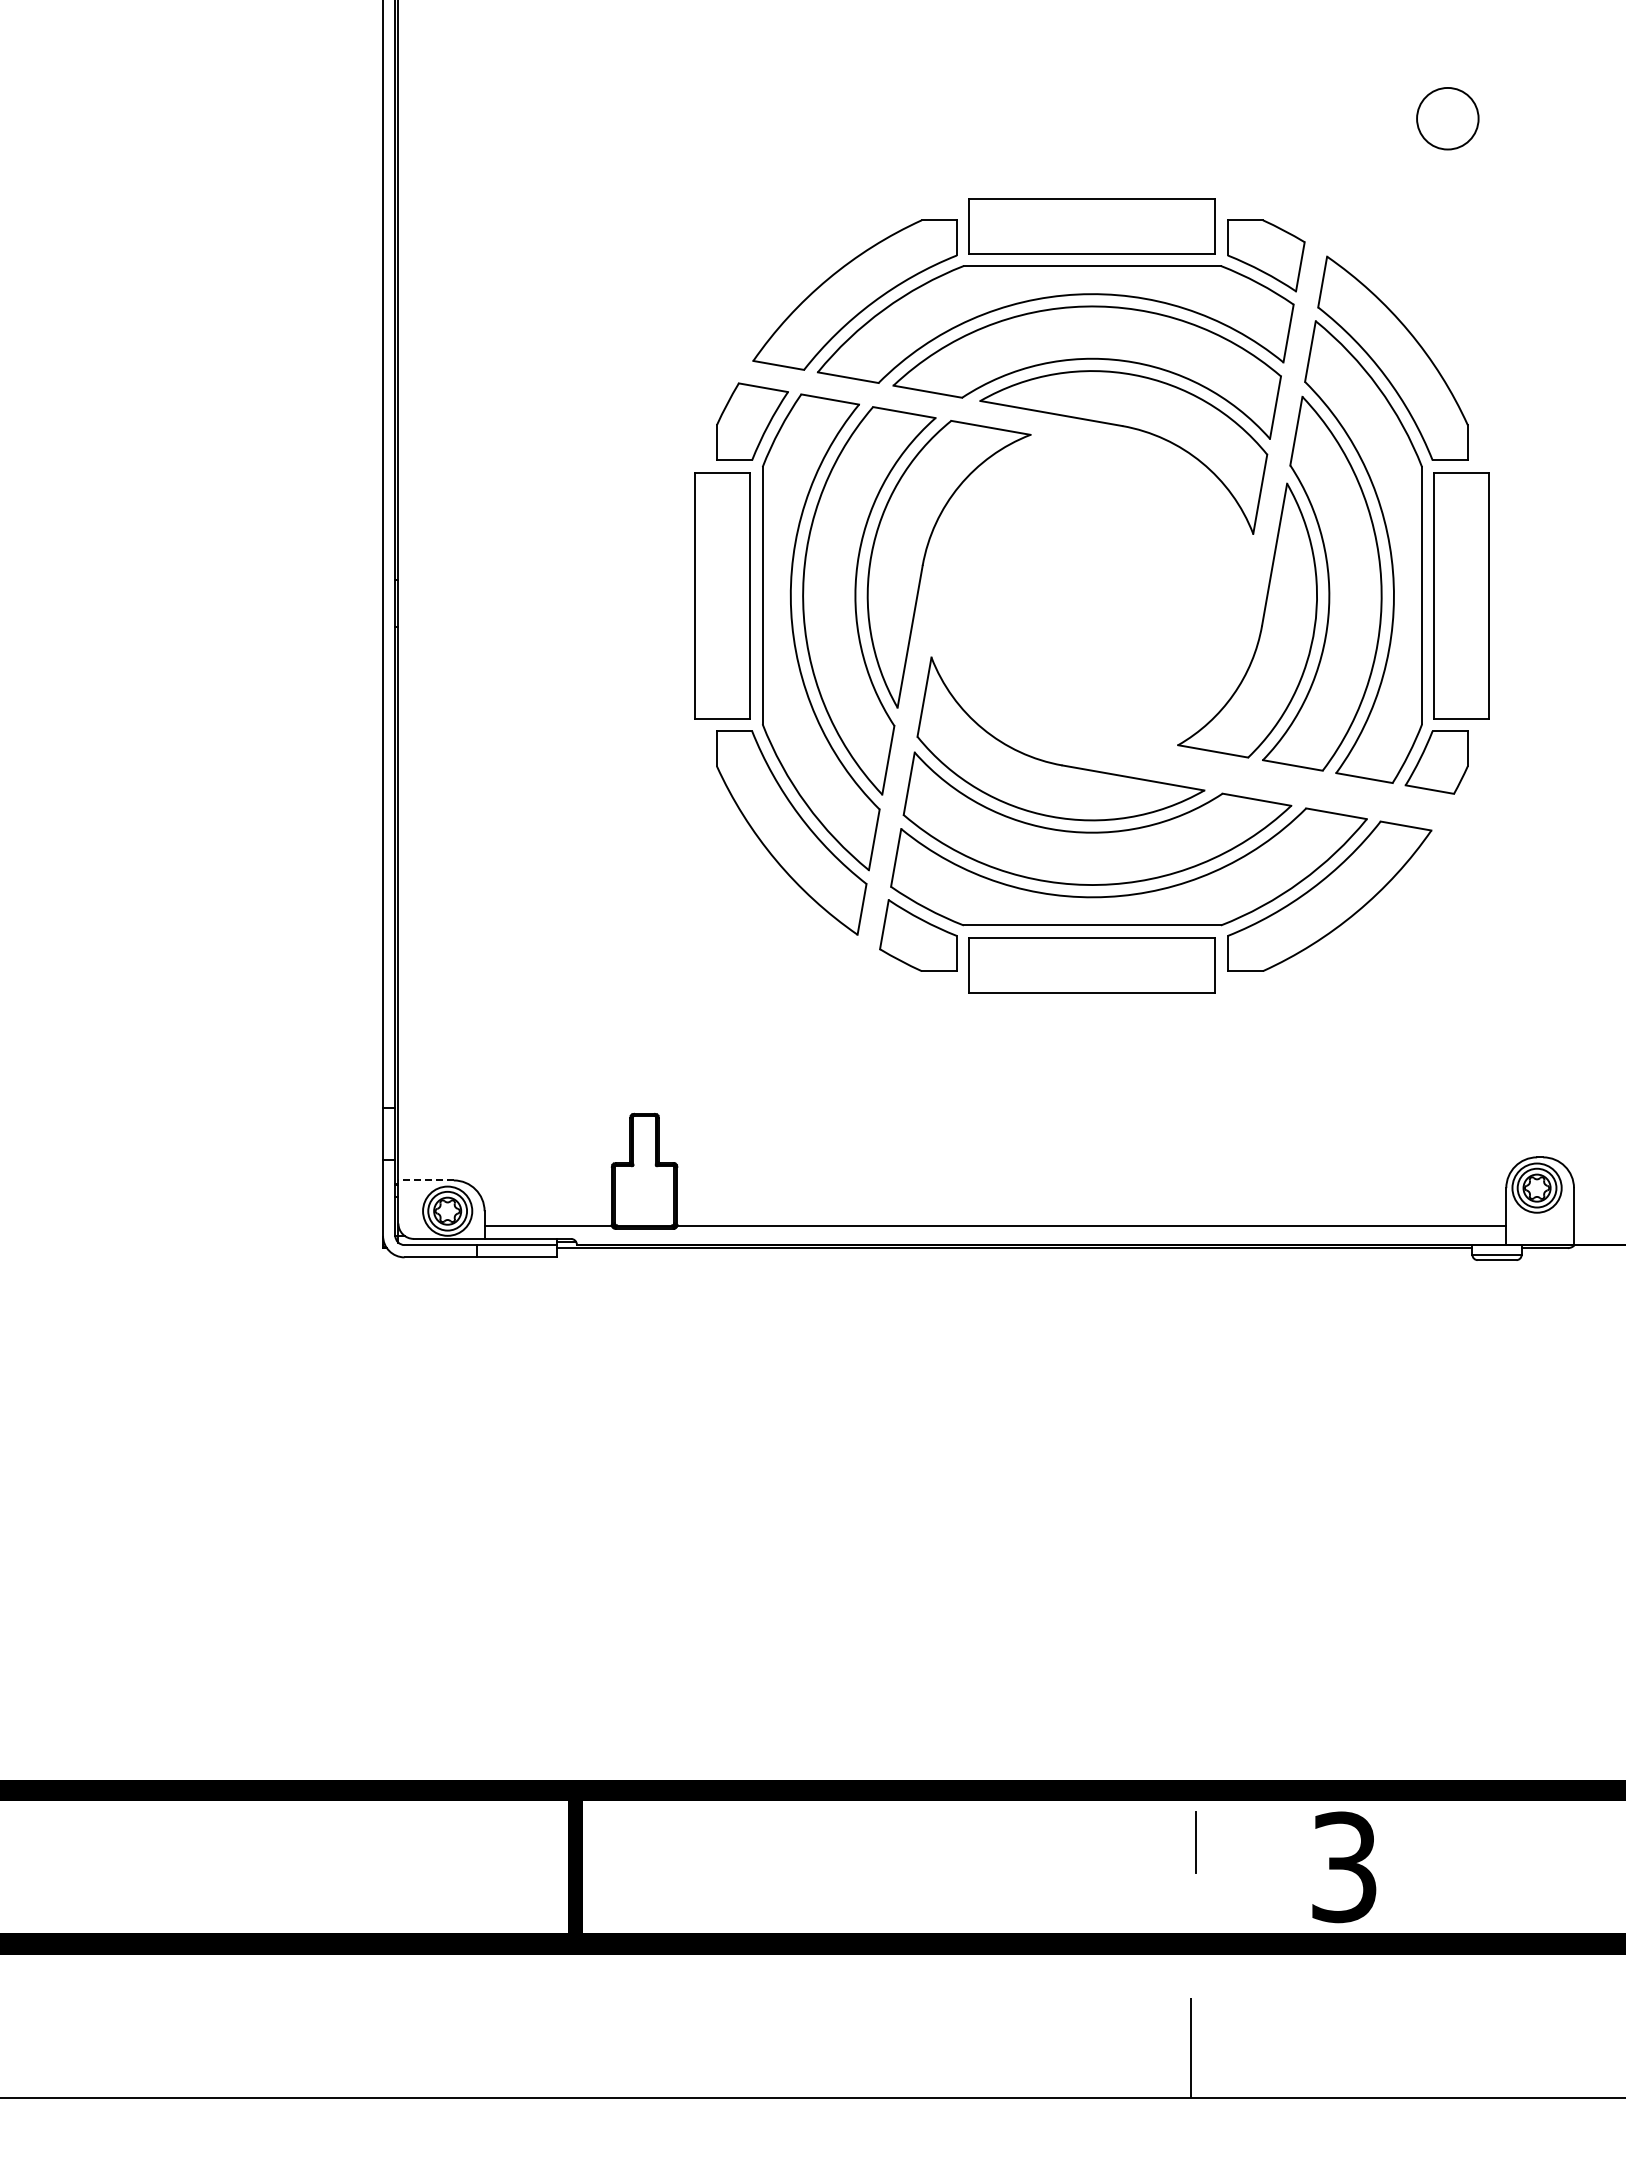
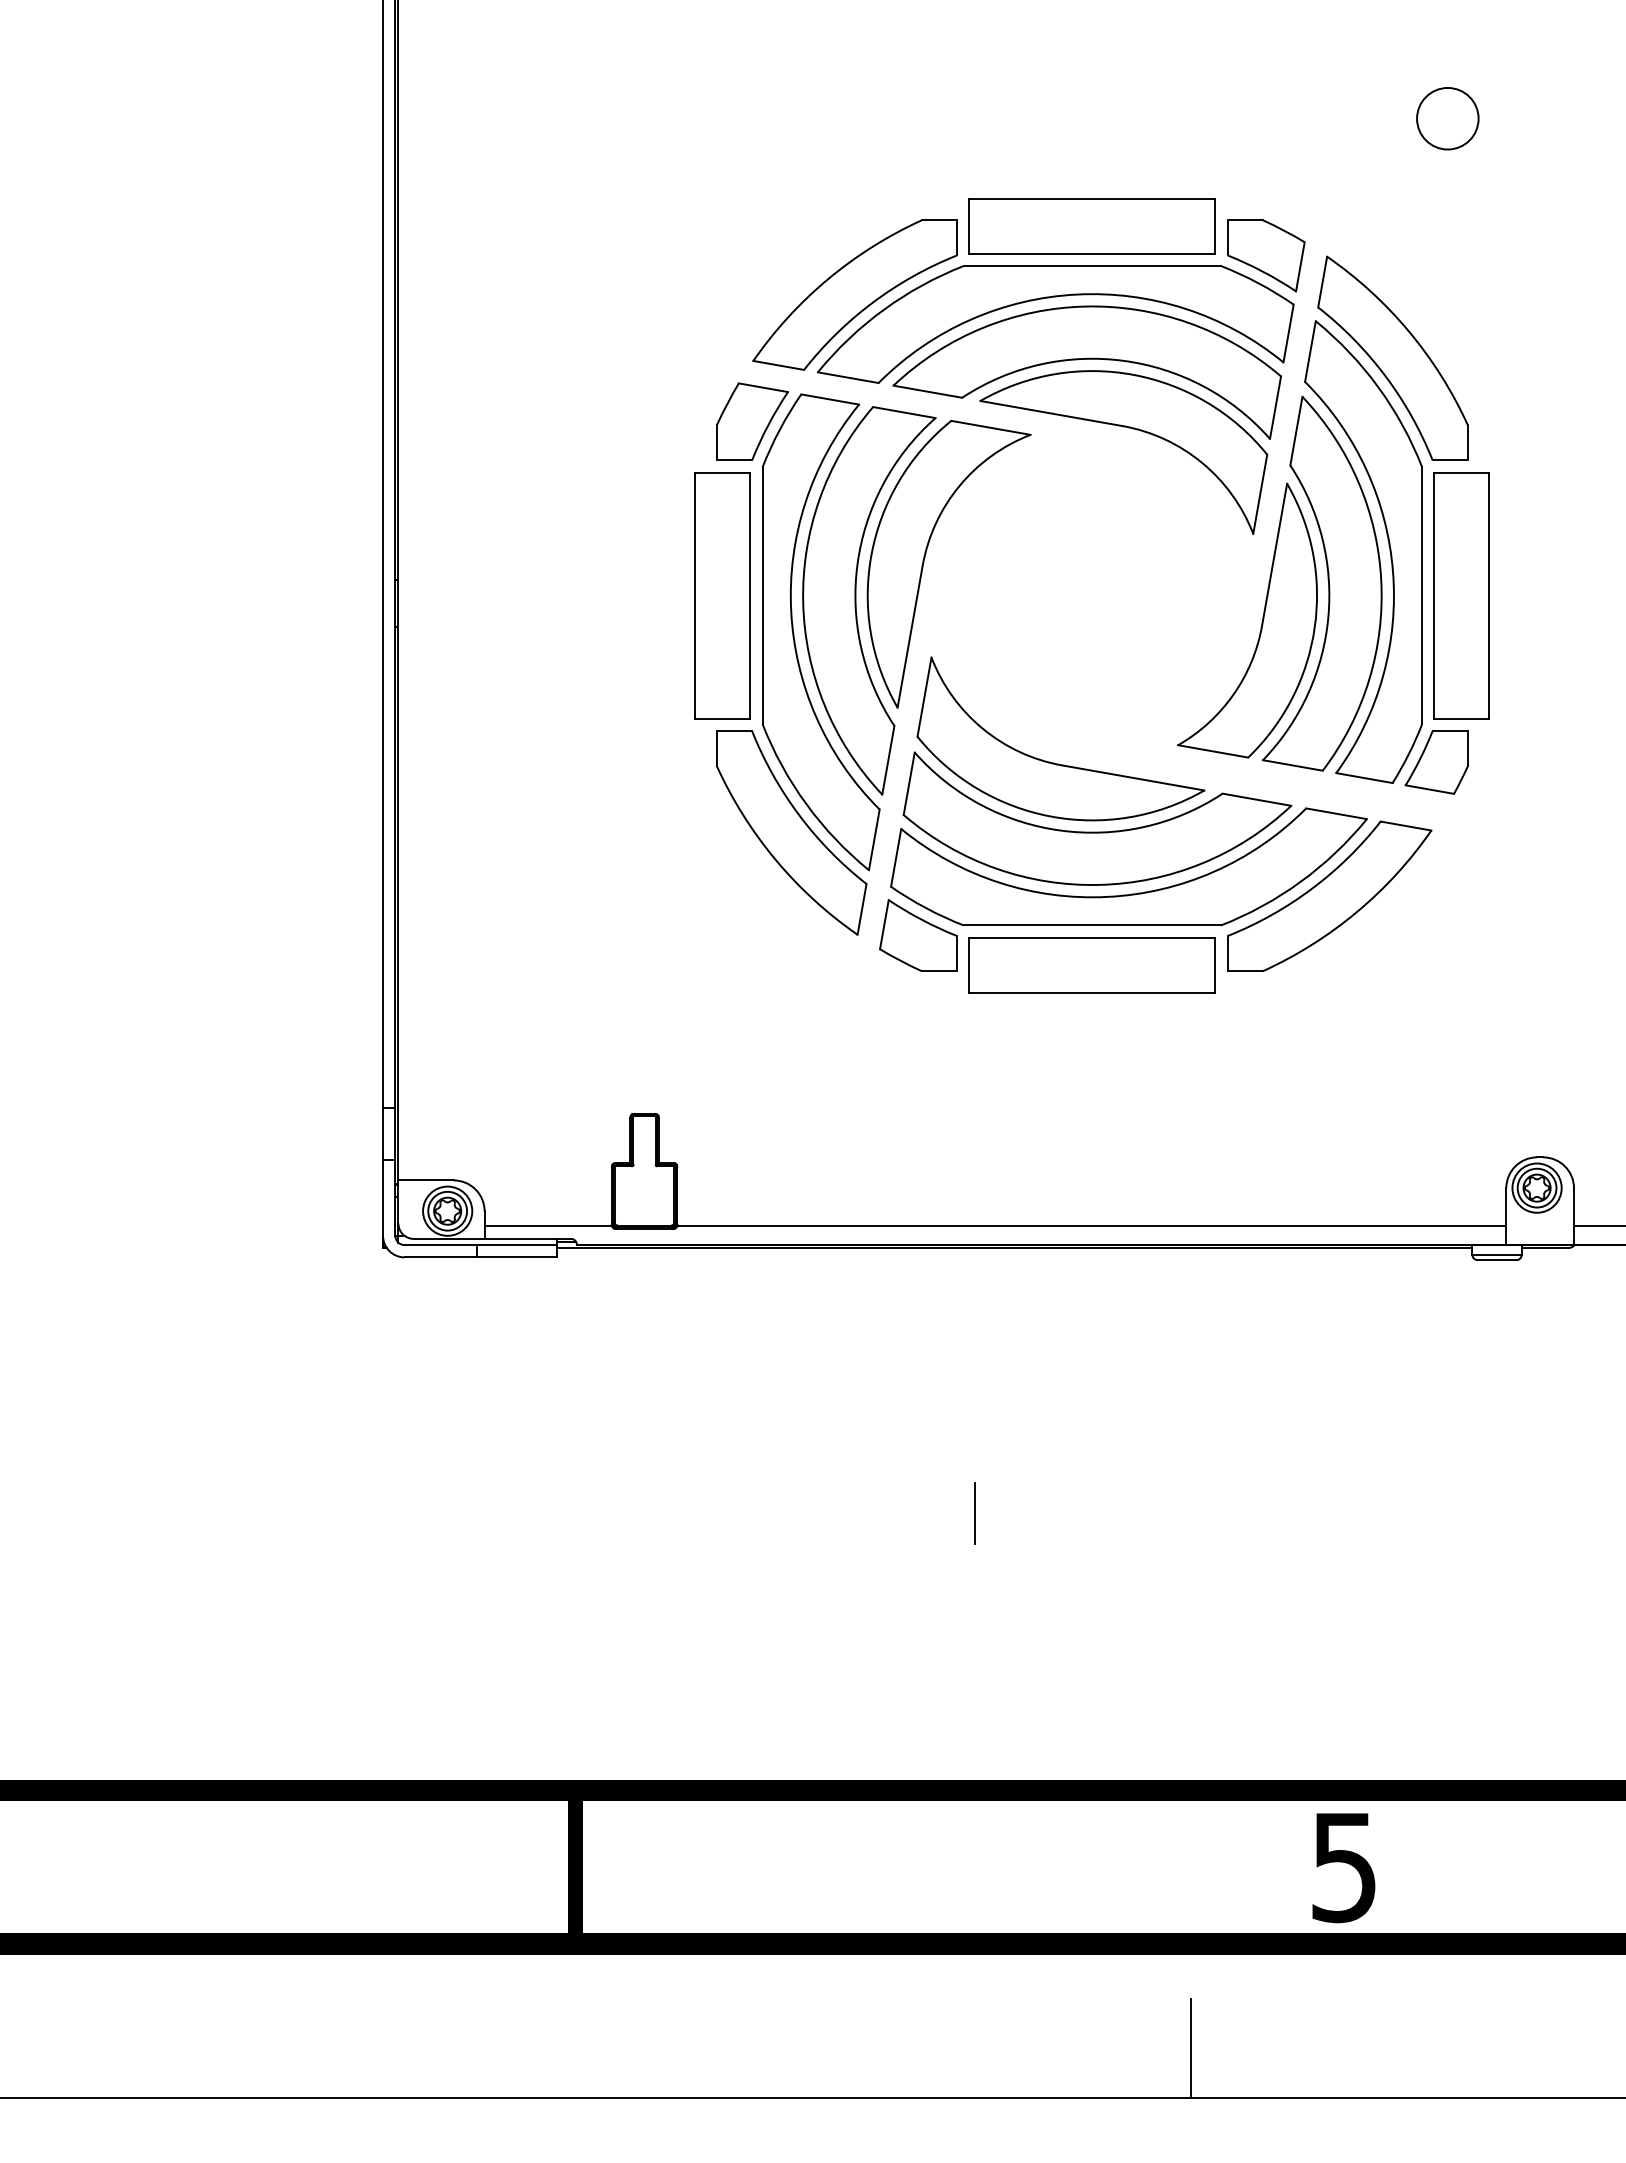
line at (426, 1180): dashed -> solid
line at (1598, 1226): none -> present
line at (1195, 1842) position: (1195, 1842) -> (974, 1513)
text at (1344, 1866): 3 -> 5
